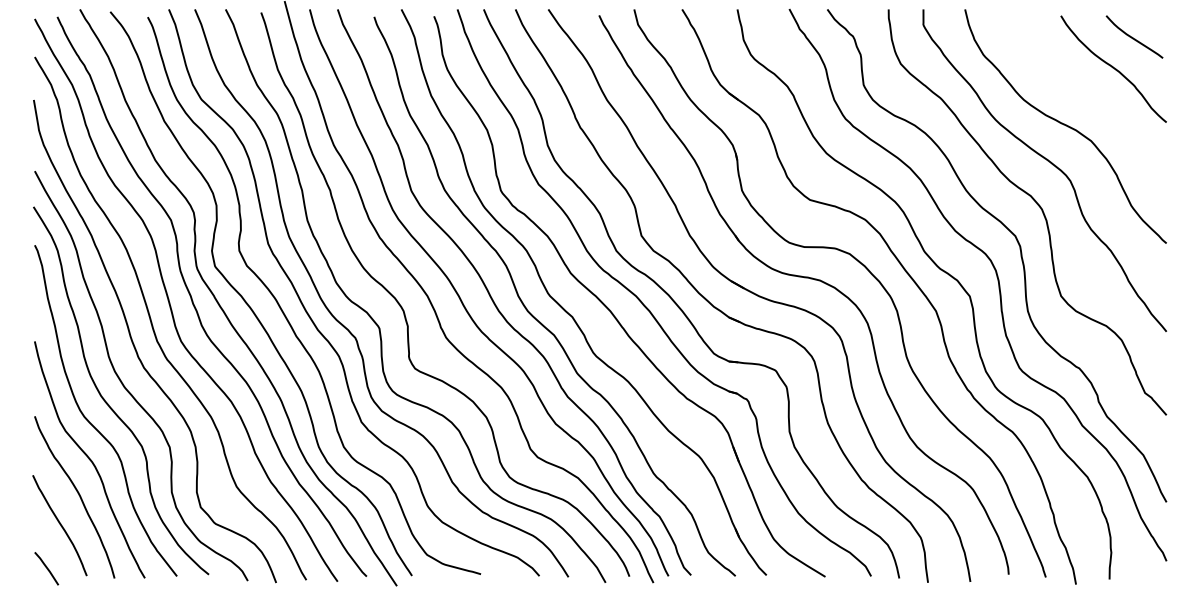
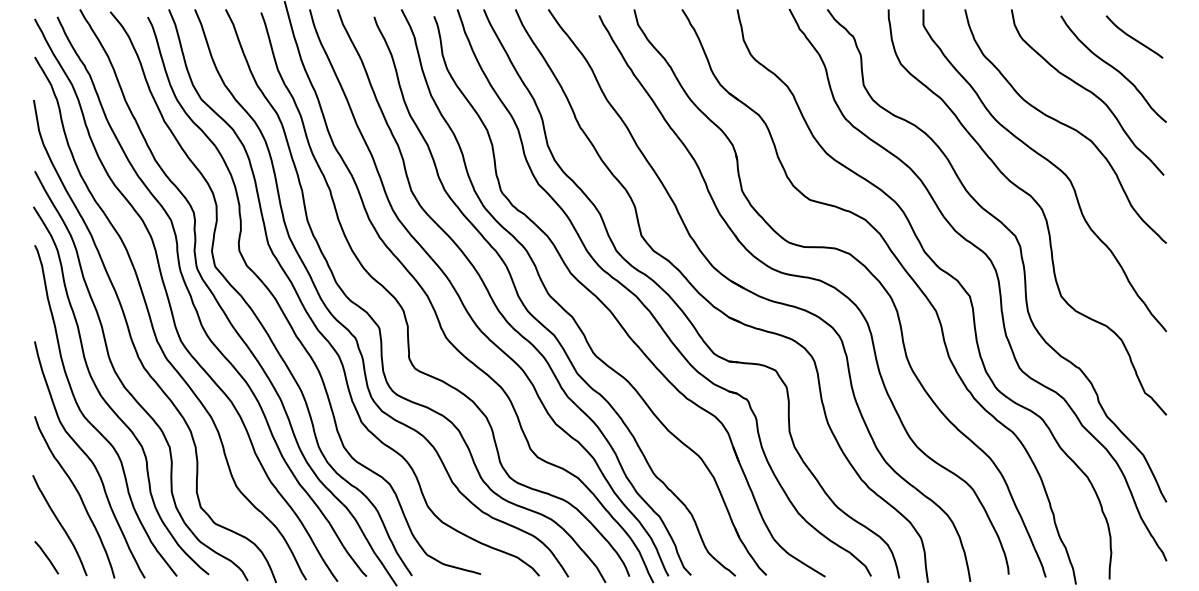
curve at (1087, 91): none -> present
line at (46, 568) position: (46, 568) -> (46, 557)
